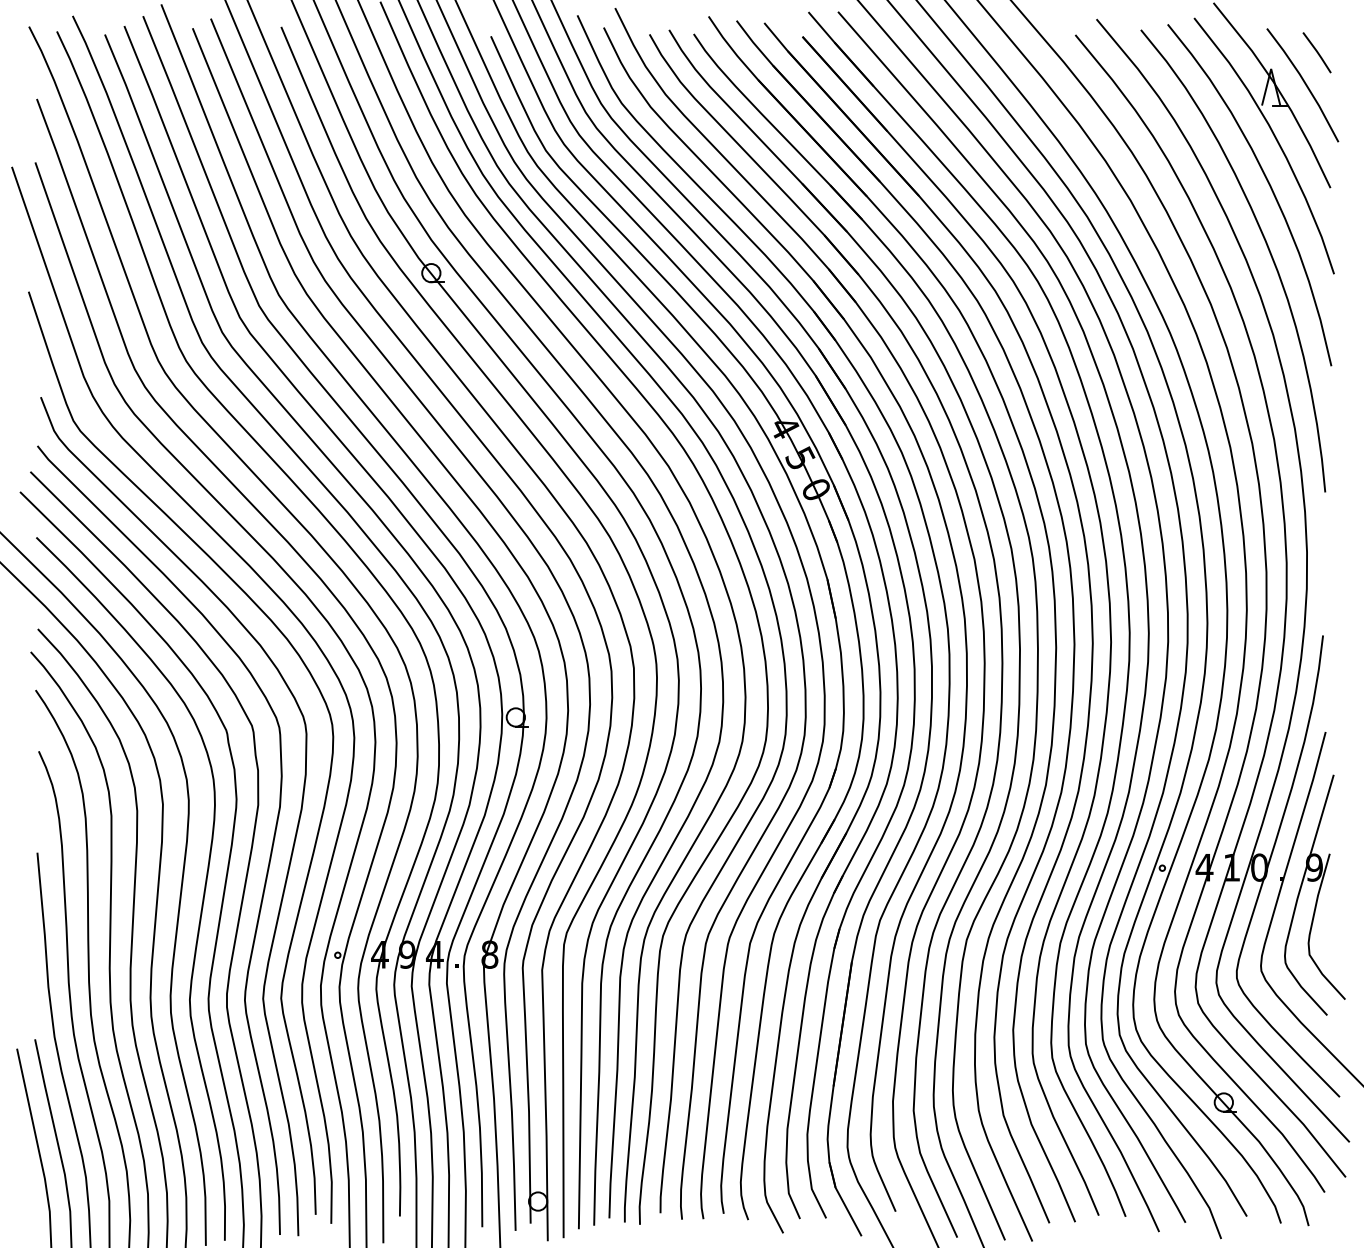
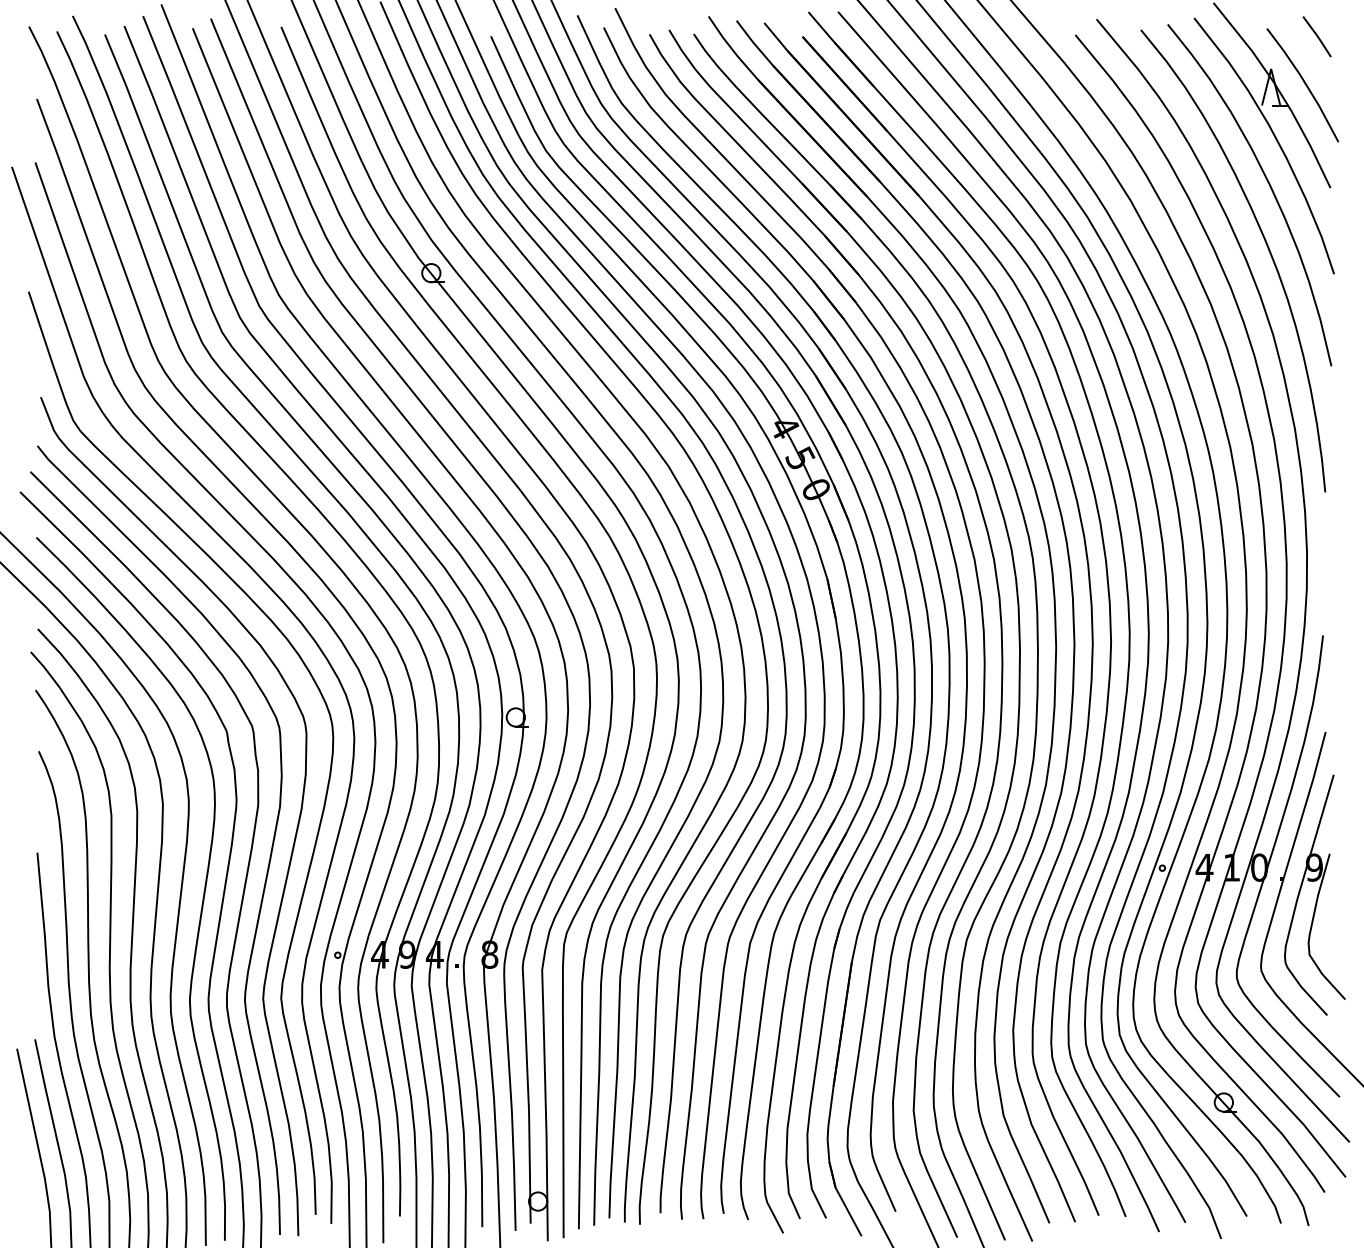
line at (1316, 52) position: (1316, 52) -> (1316, 36)
